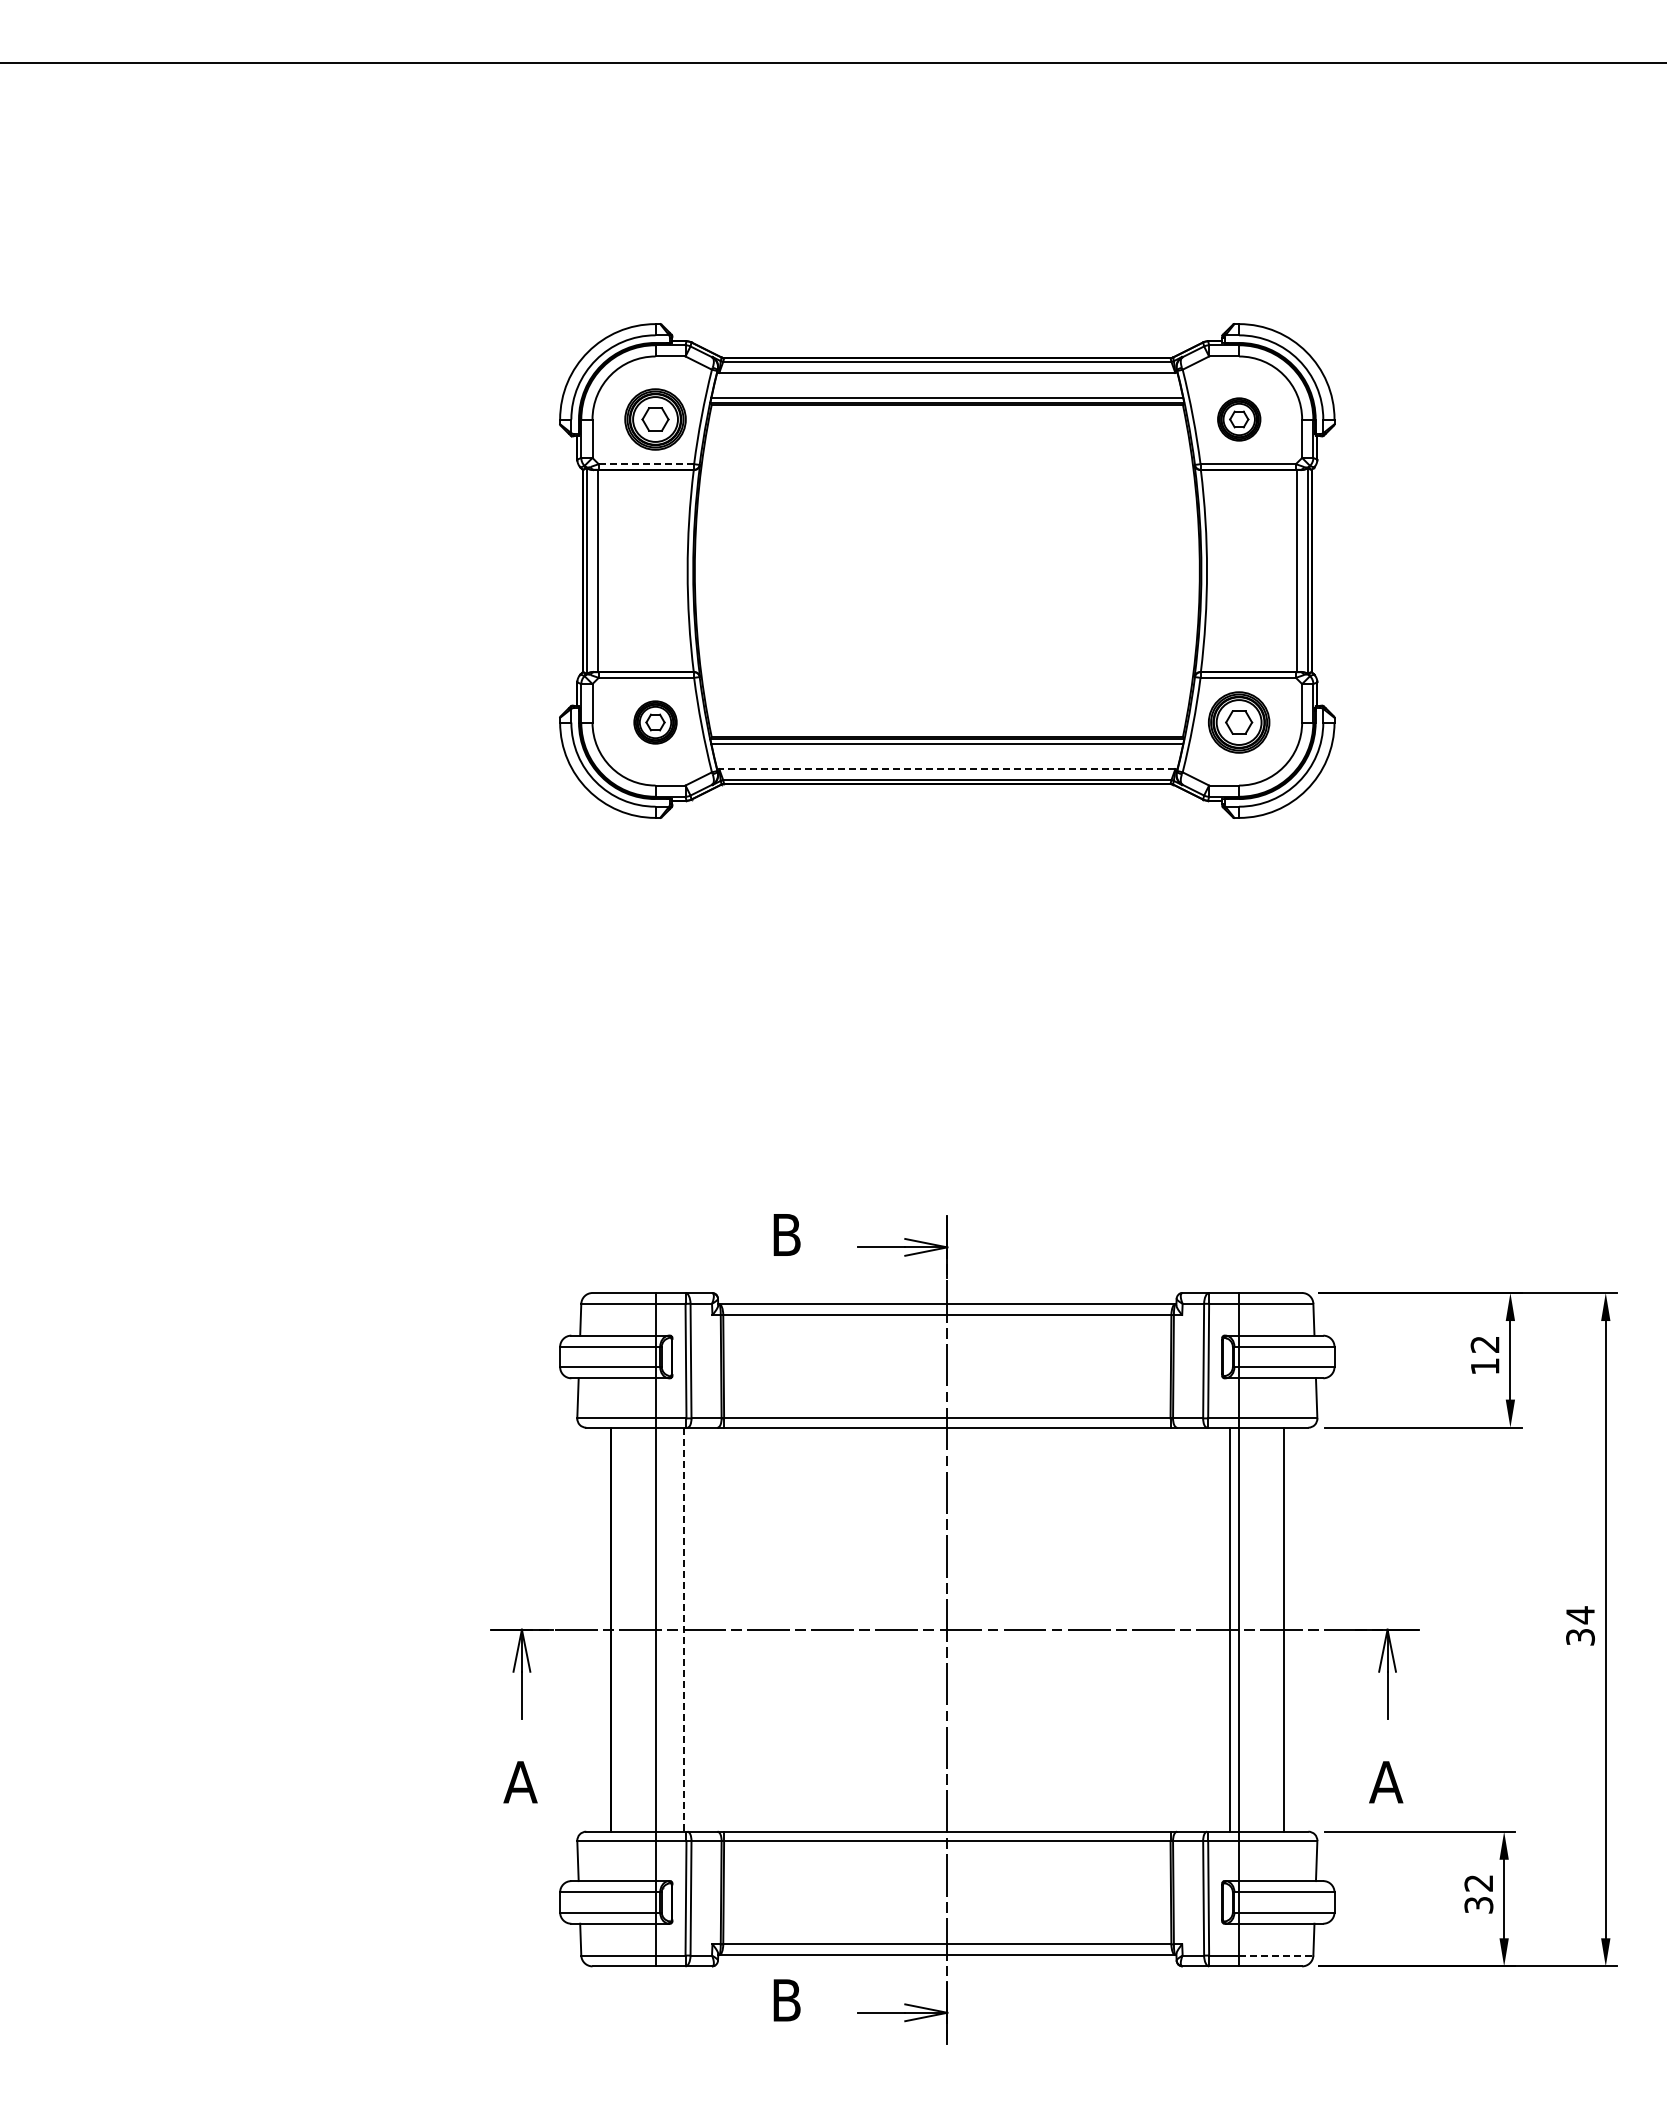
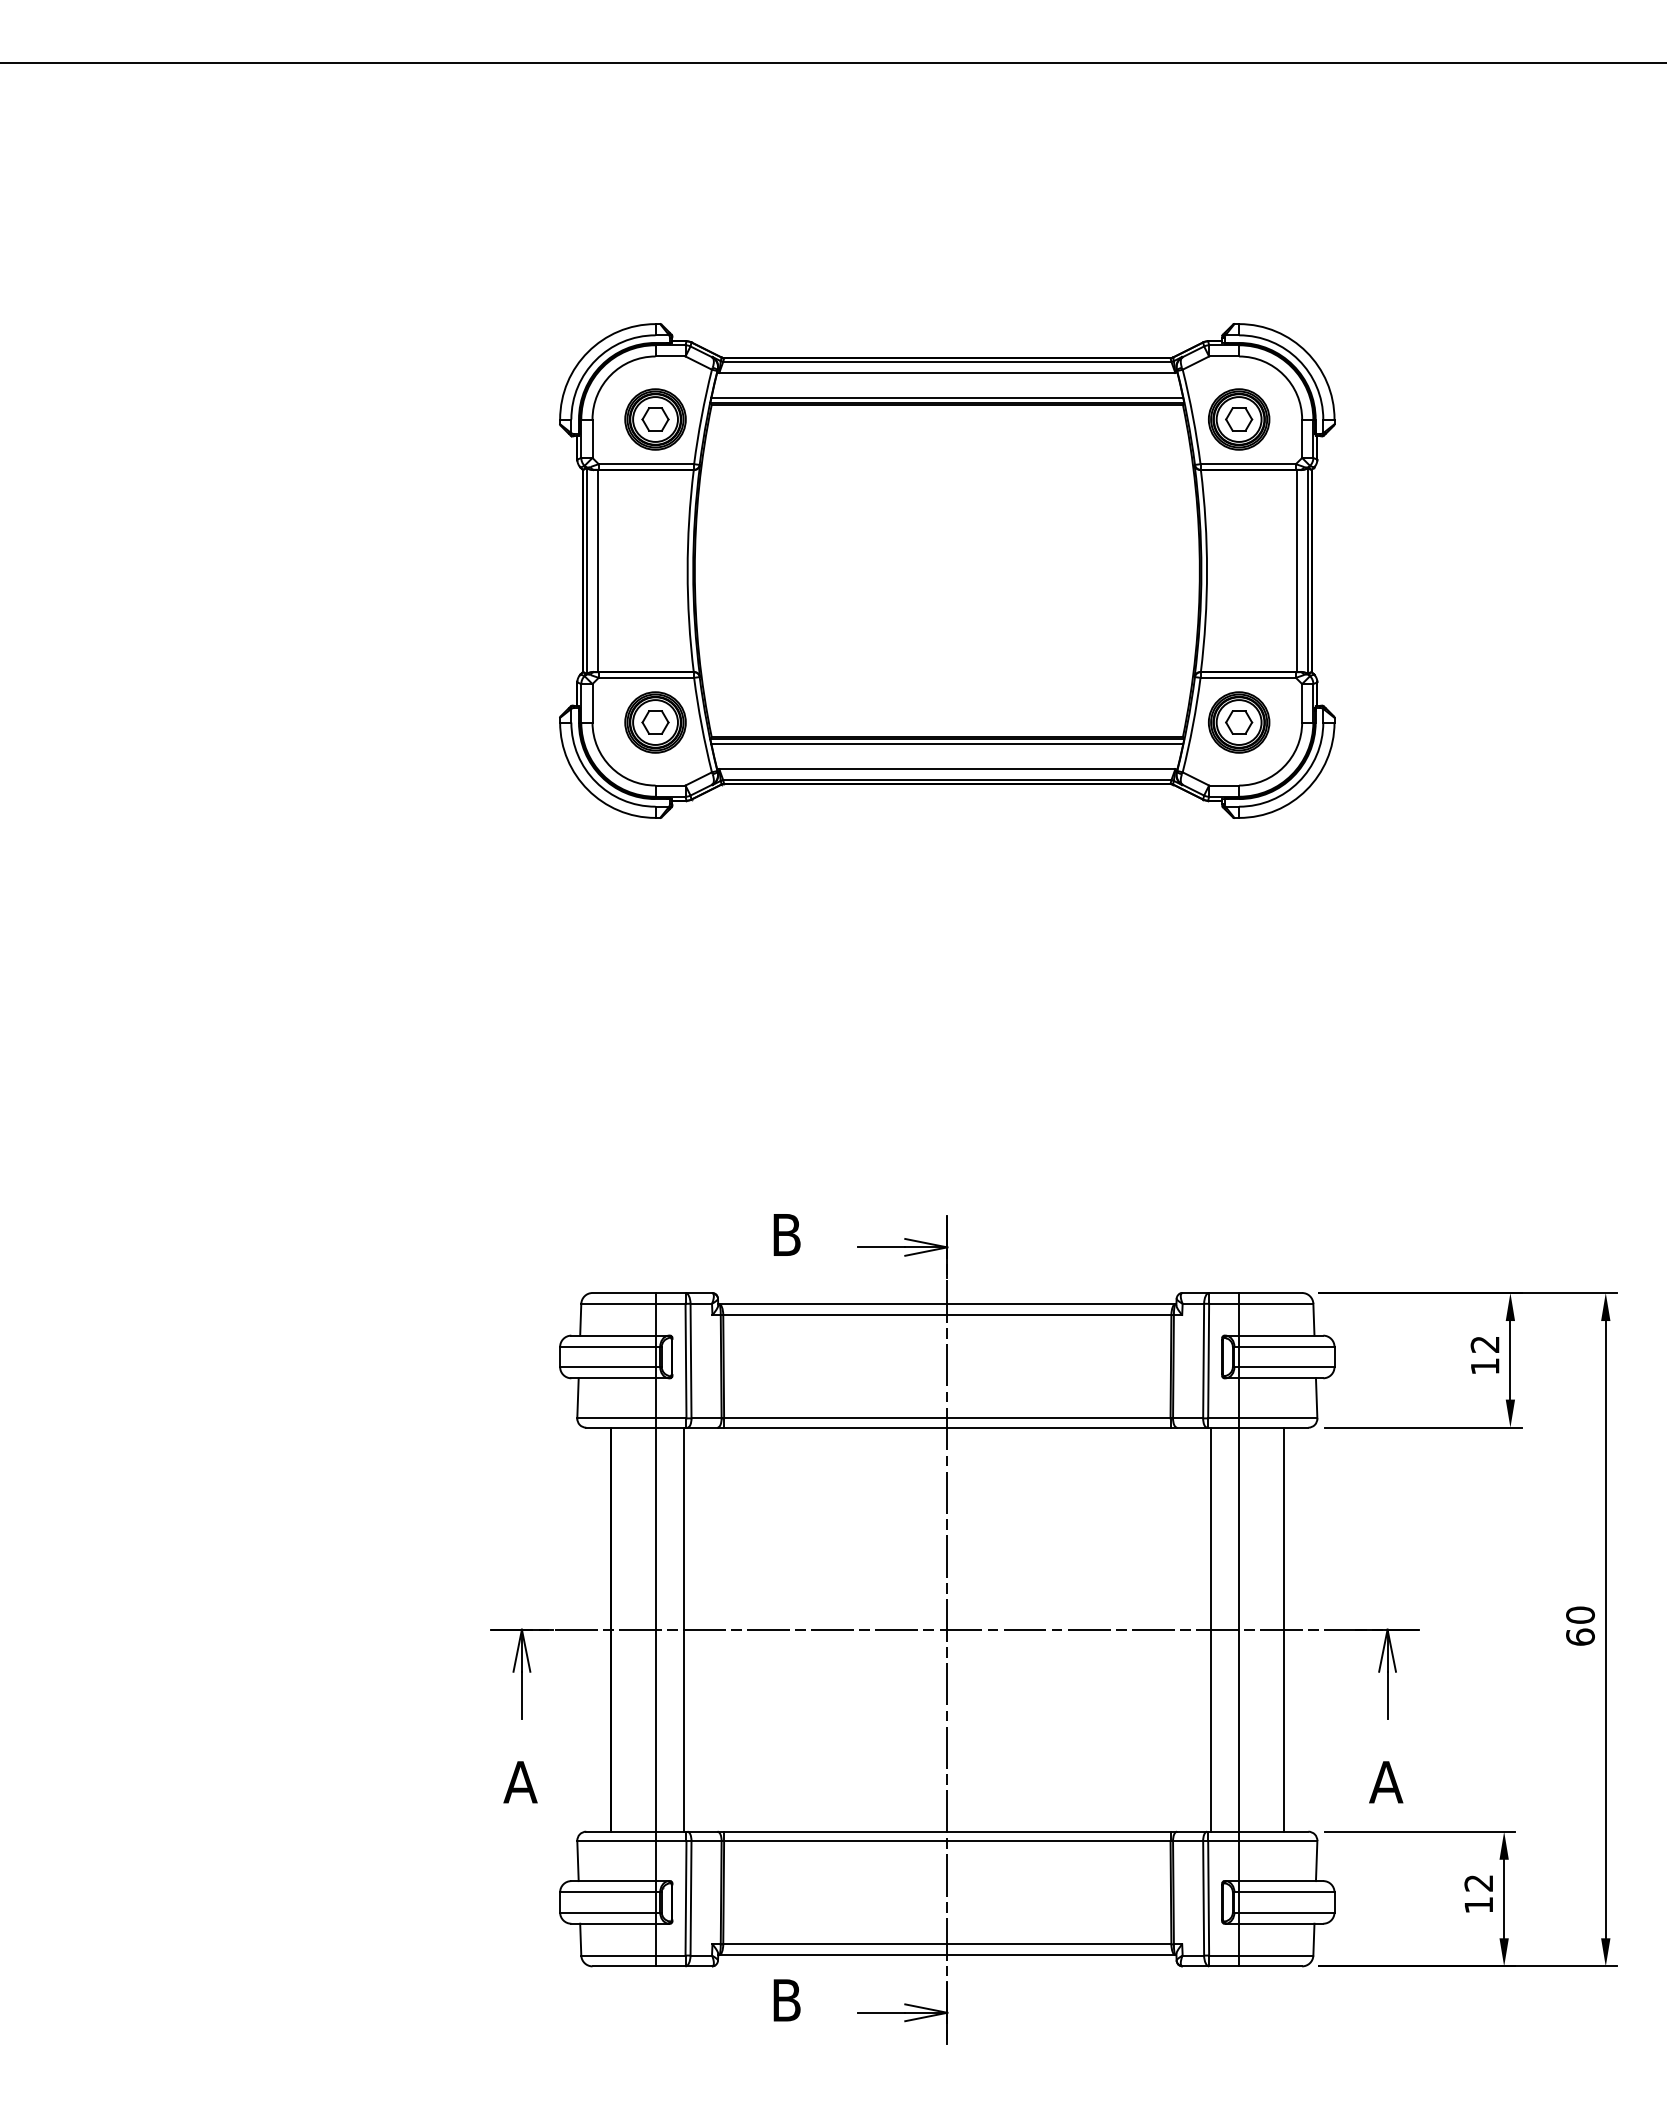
part at (1239, 419) size: 45x45 px -> 63x63 px
line at (646, 464): dashed -> solid
part at (655, 722) size: 45x45 px -> 63x63 px
line at (946, 769): dashed -> solid
text at (1580, 1625): 34 -> 60
line at (1230, 1629) position: (1230, 1629) -> (1211, 1629)
line at (683, 1630): dashed -> solid
text at (1478, 1905): 32 -> 12
line at (1276, 1955): dashed -> solid
